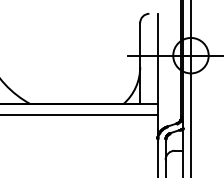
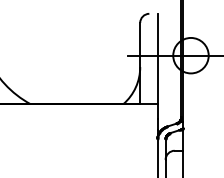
line at (190, 88): present -> none
line at (79, 114): present -> none
